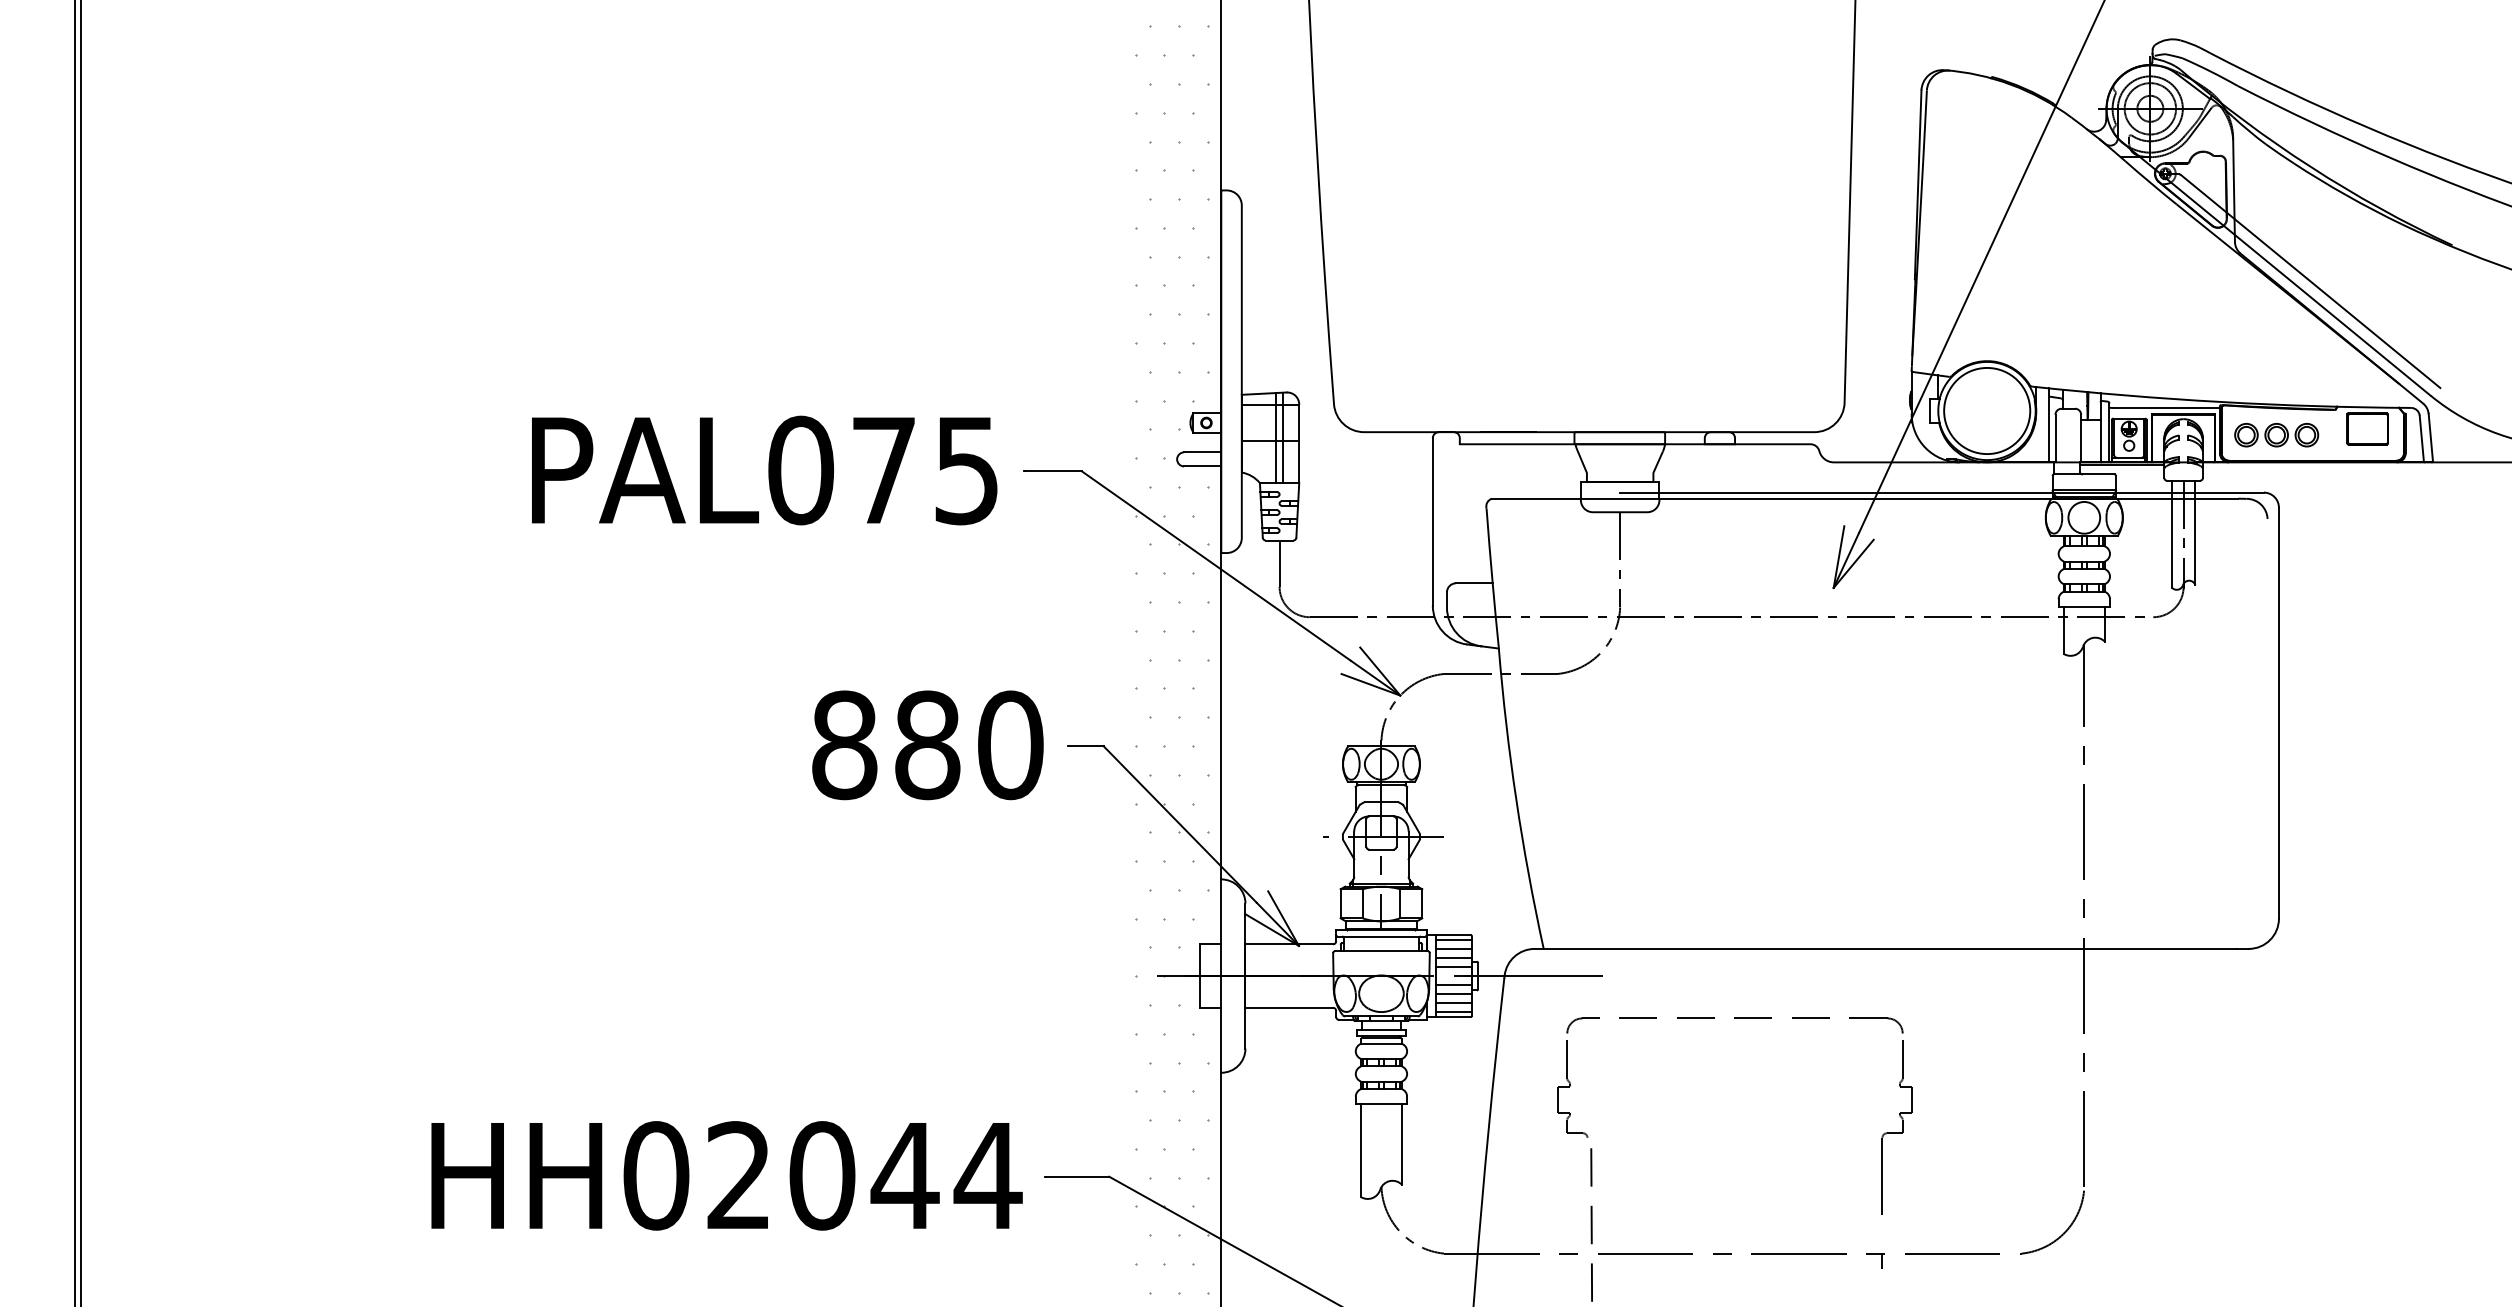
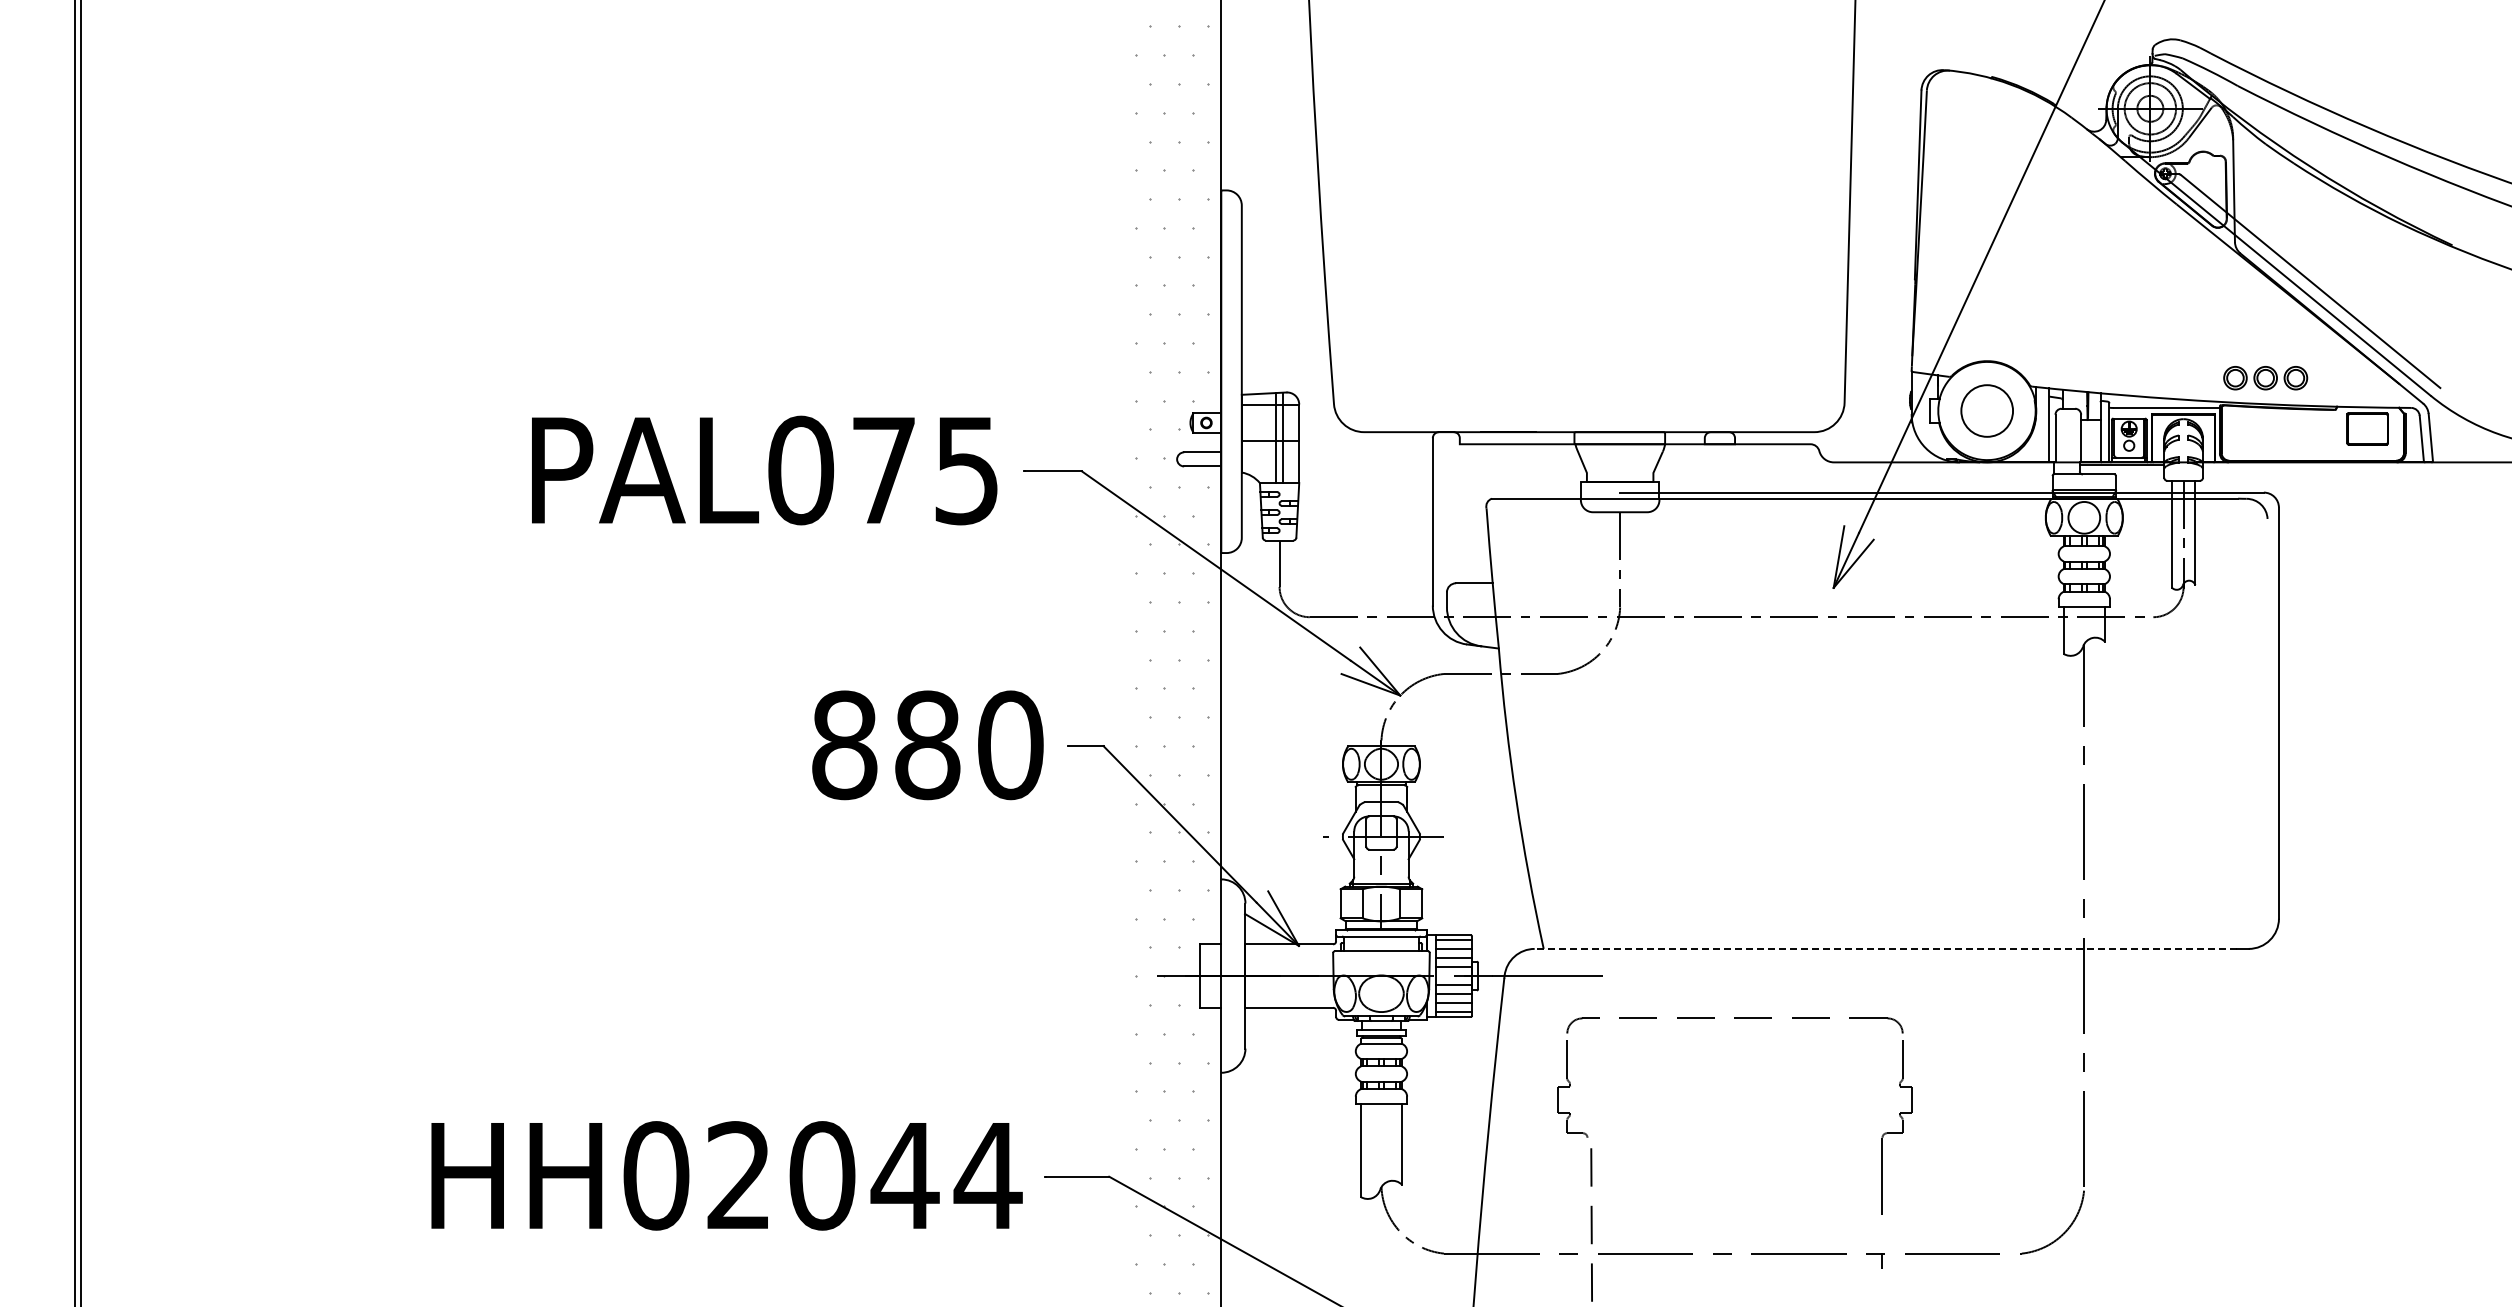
circle at (1987, 410) diameter: 86 px -> 52 px
part at (2276, 435) position: (2276, 435) -> (2265, 378)
line at (1885, 948): solid -> dashed
